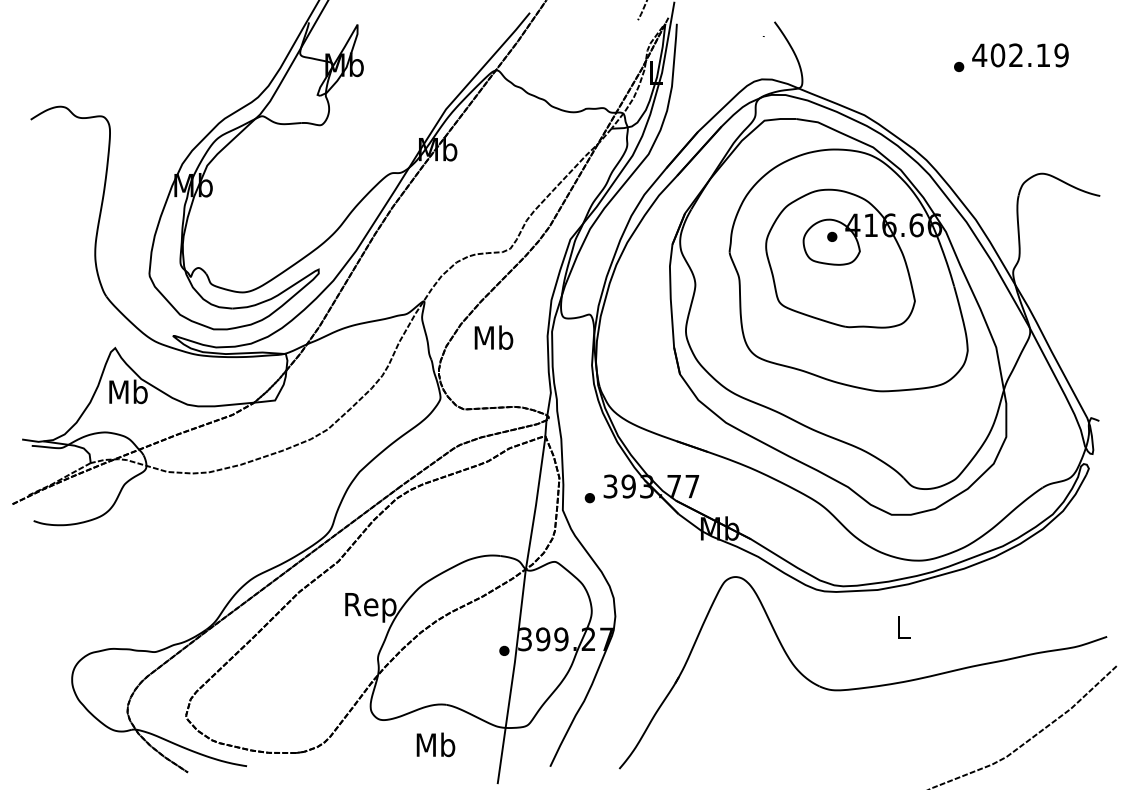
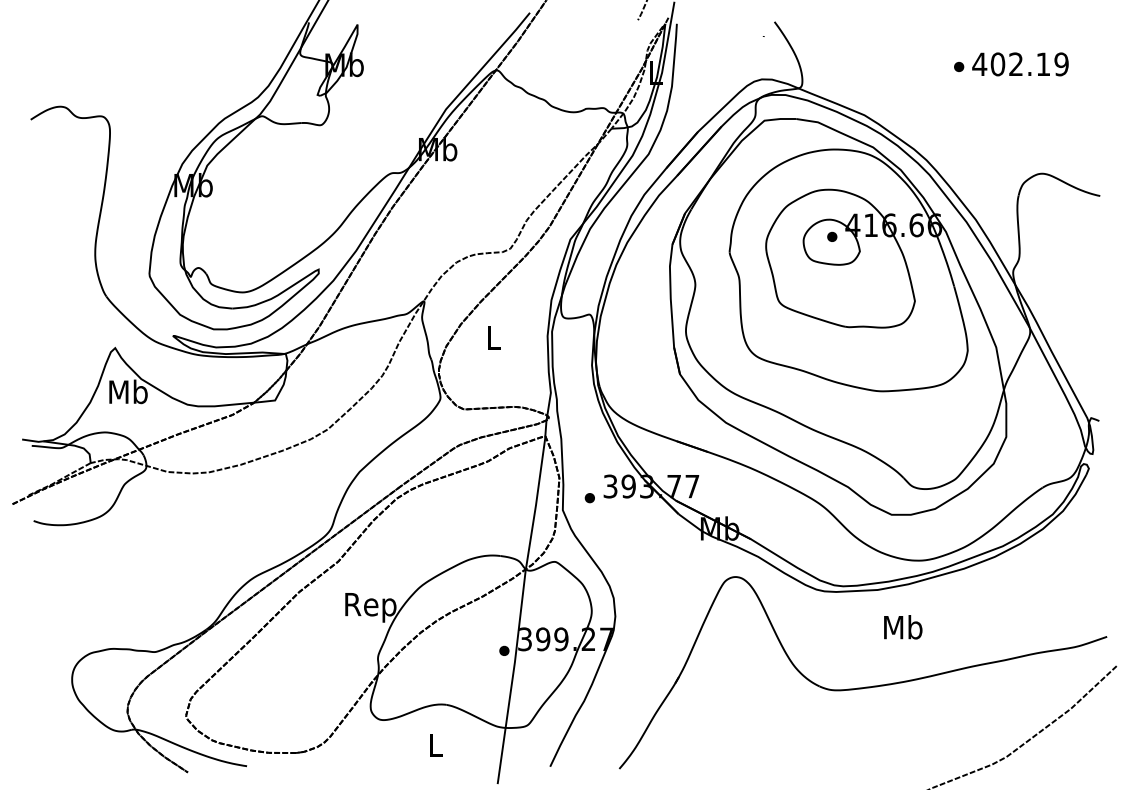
text at (1020, 55) position: (1020, 55) -> (1020, 64)
text at (493, 337): Mb -> L
text at (903, 627): L -> Mb
text at (435, 744): Mb -> L
